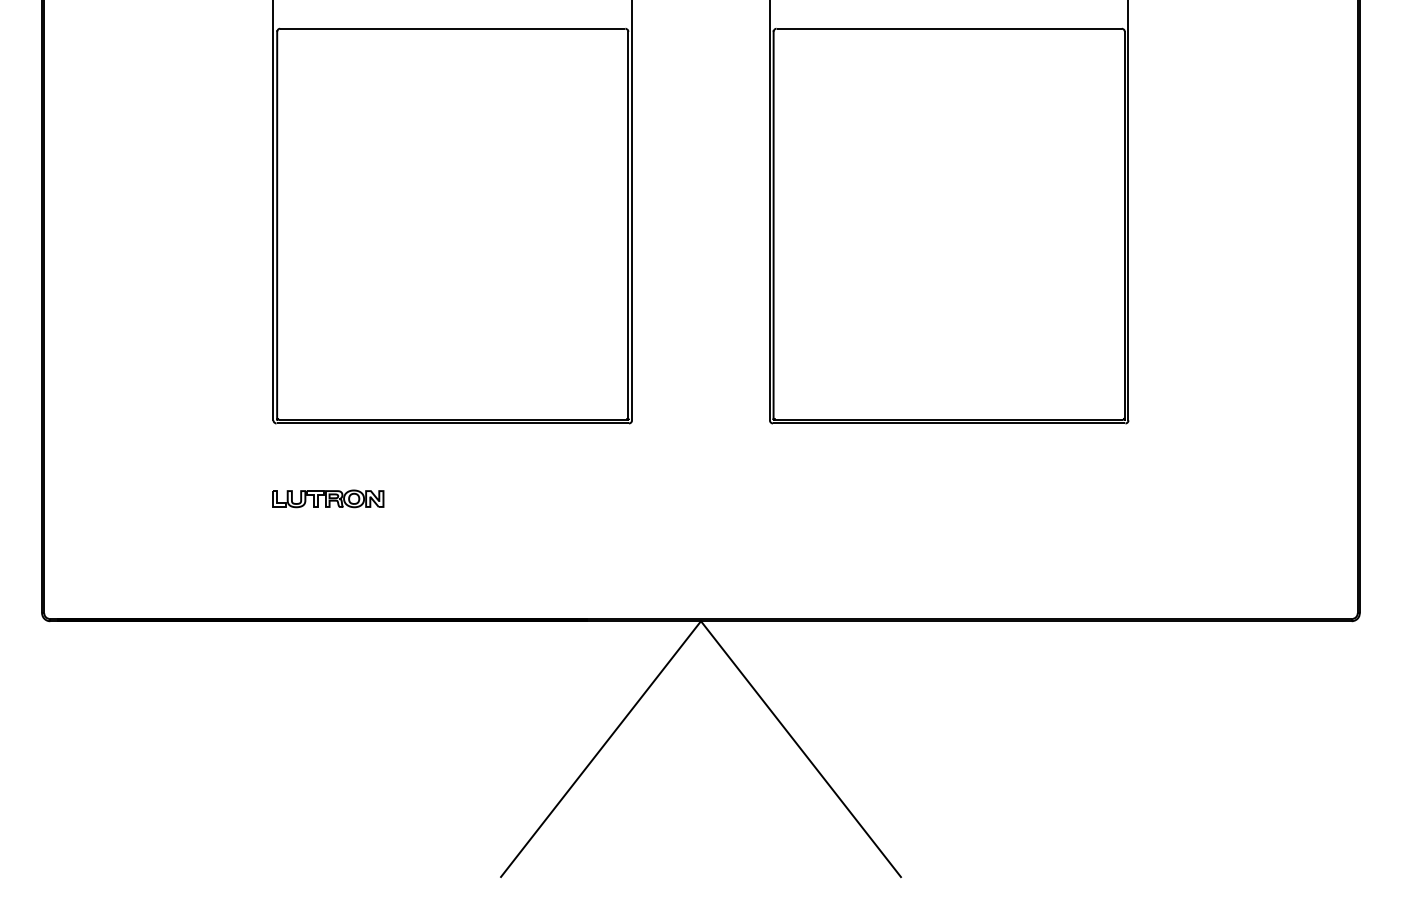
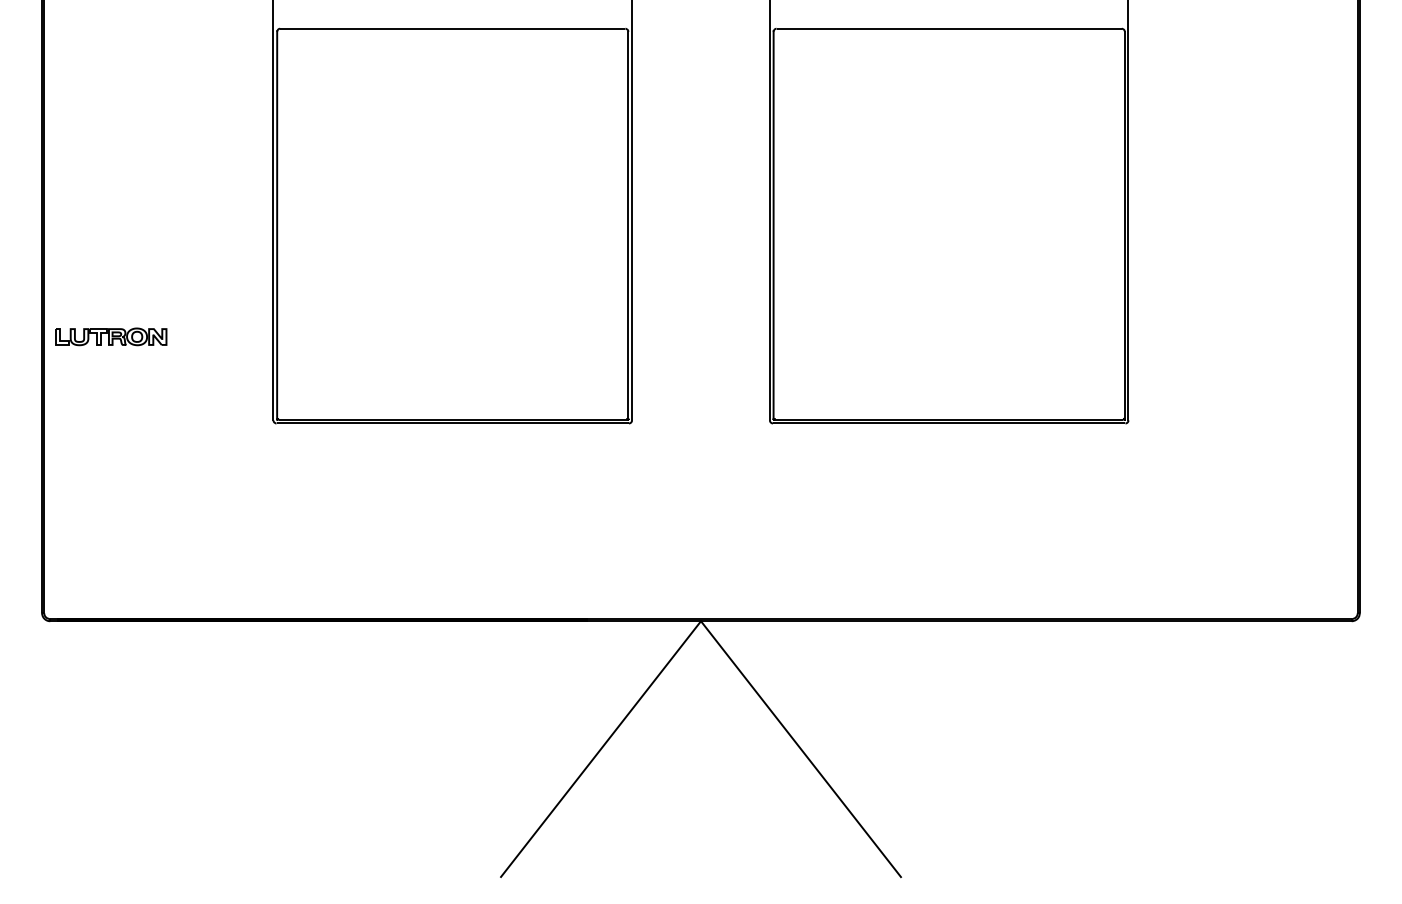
part at (328, 498) position: (328, 498) -> (111, 336)
